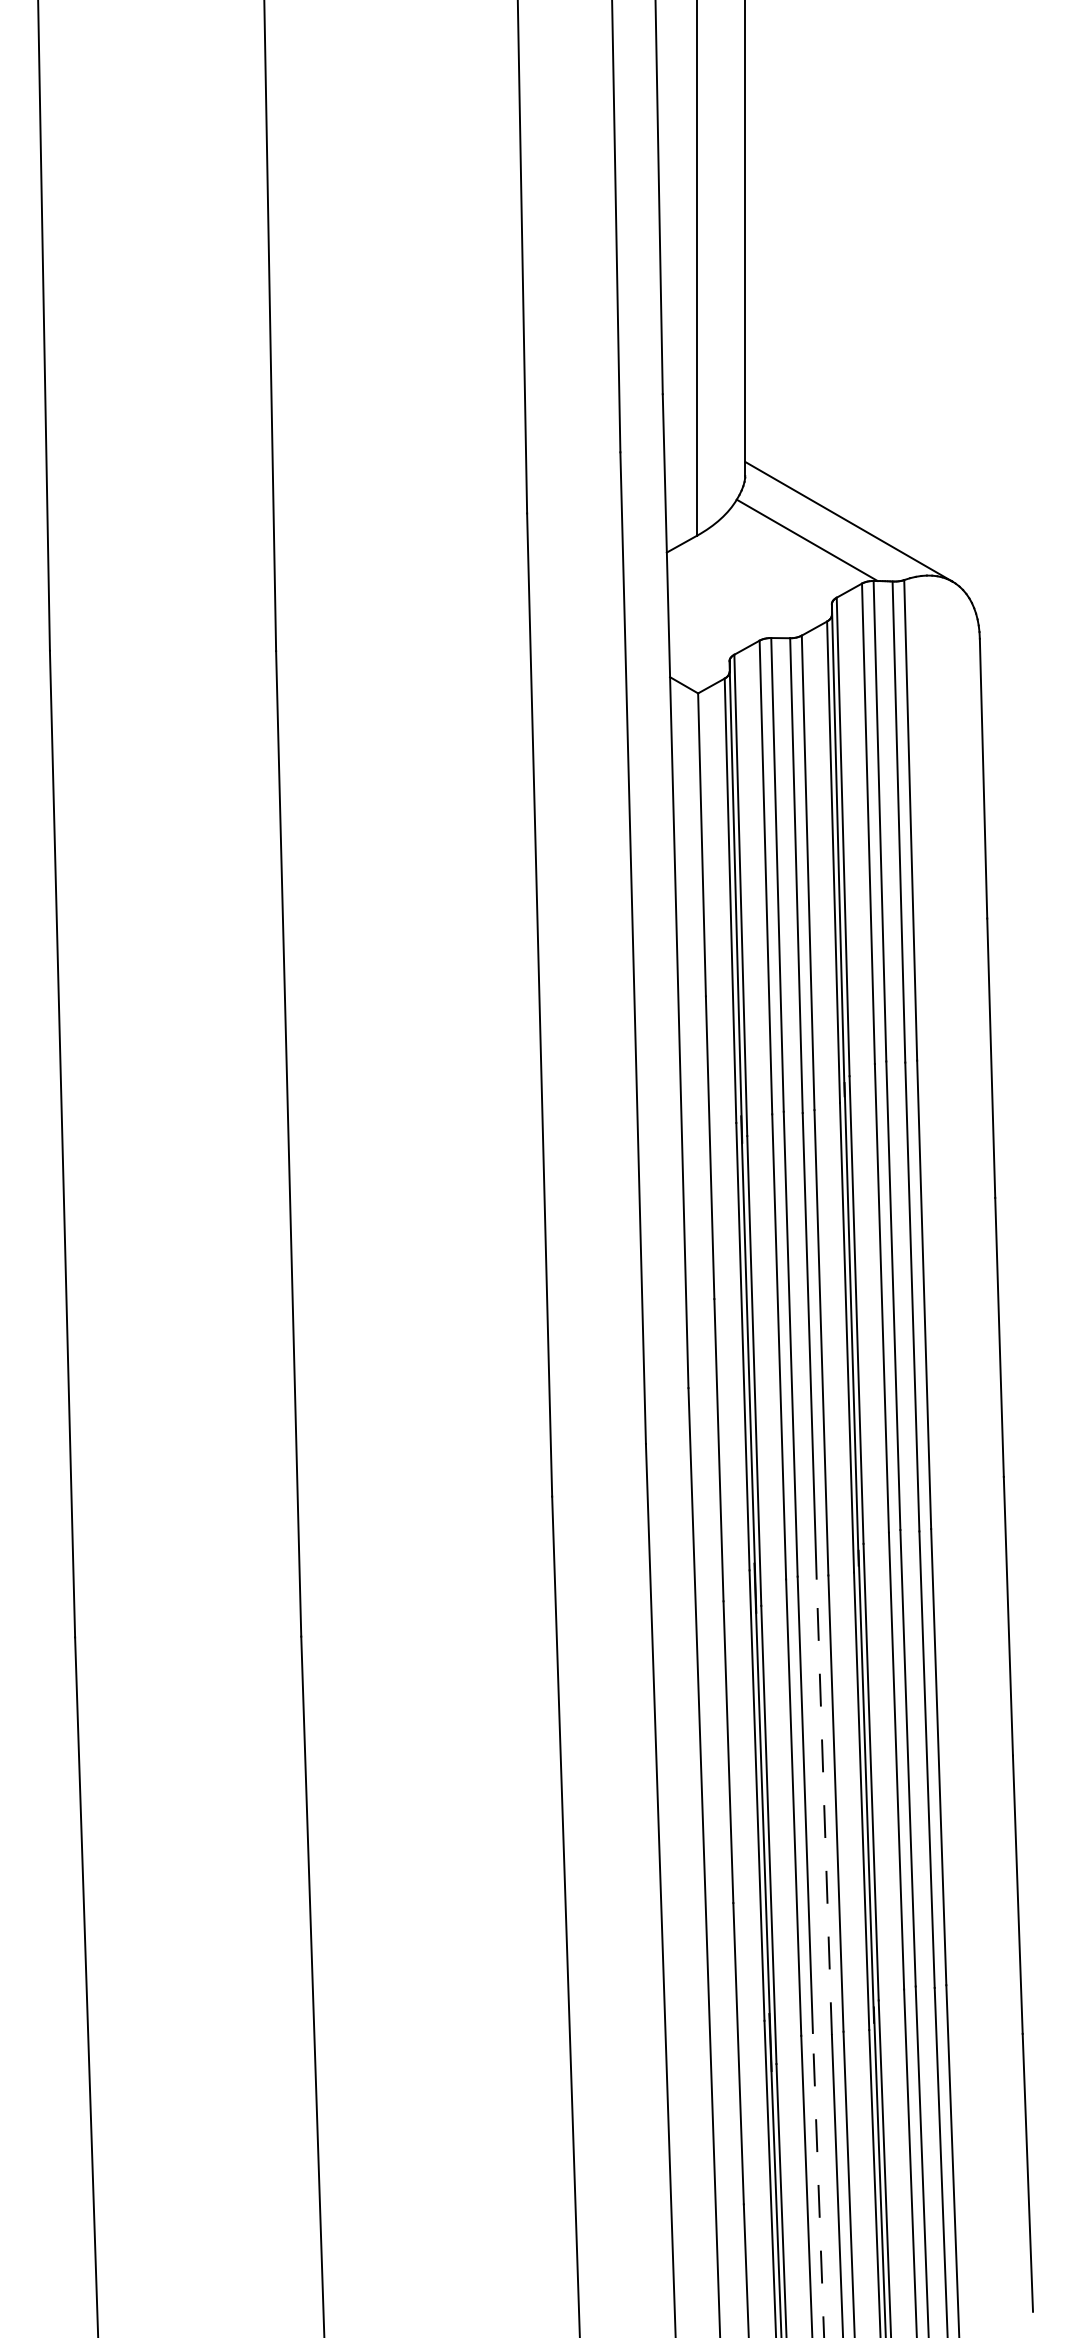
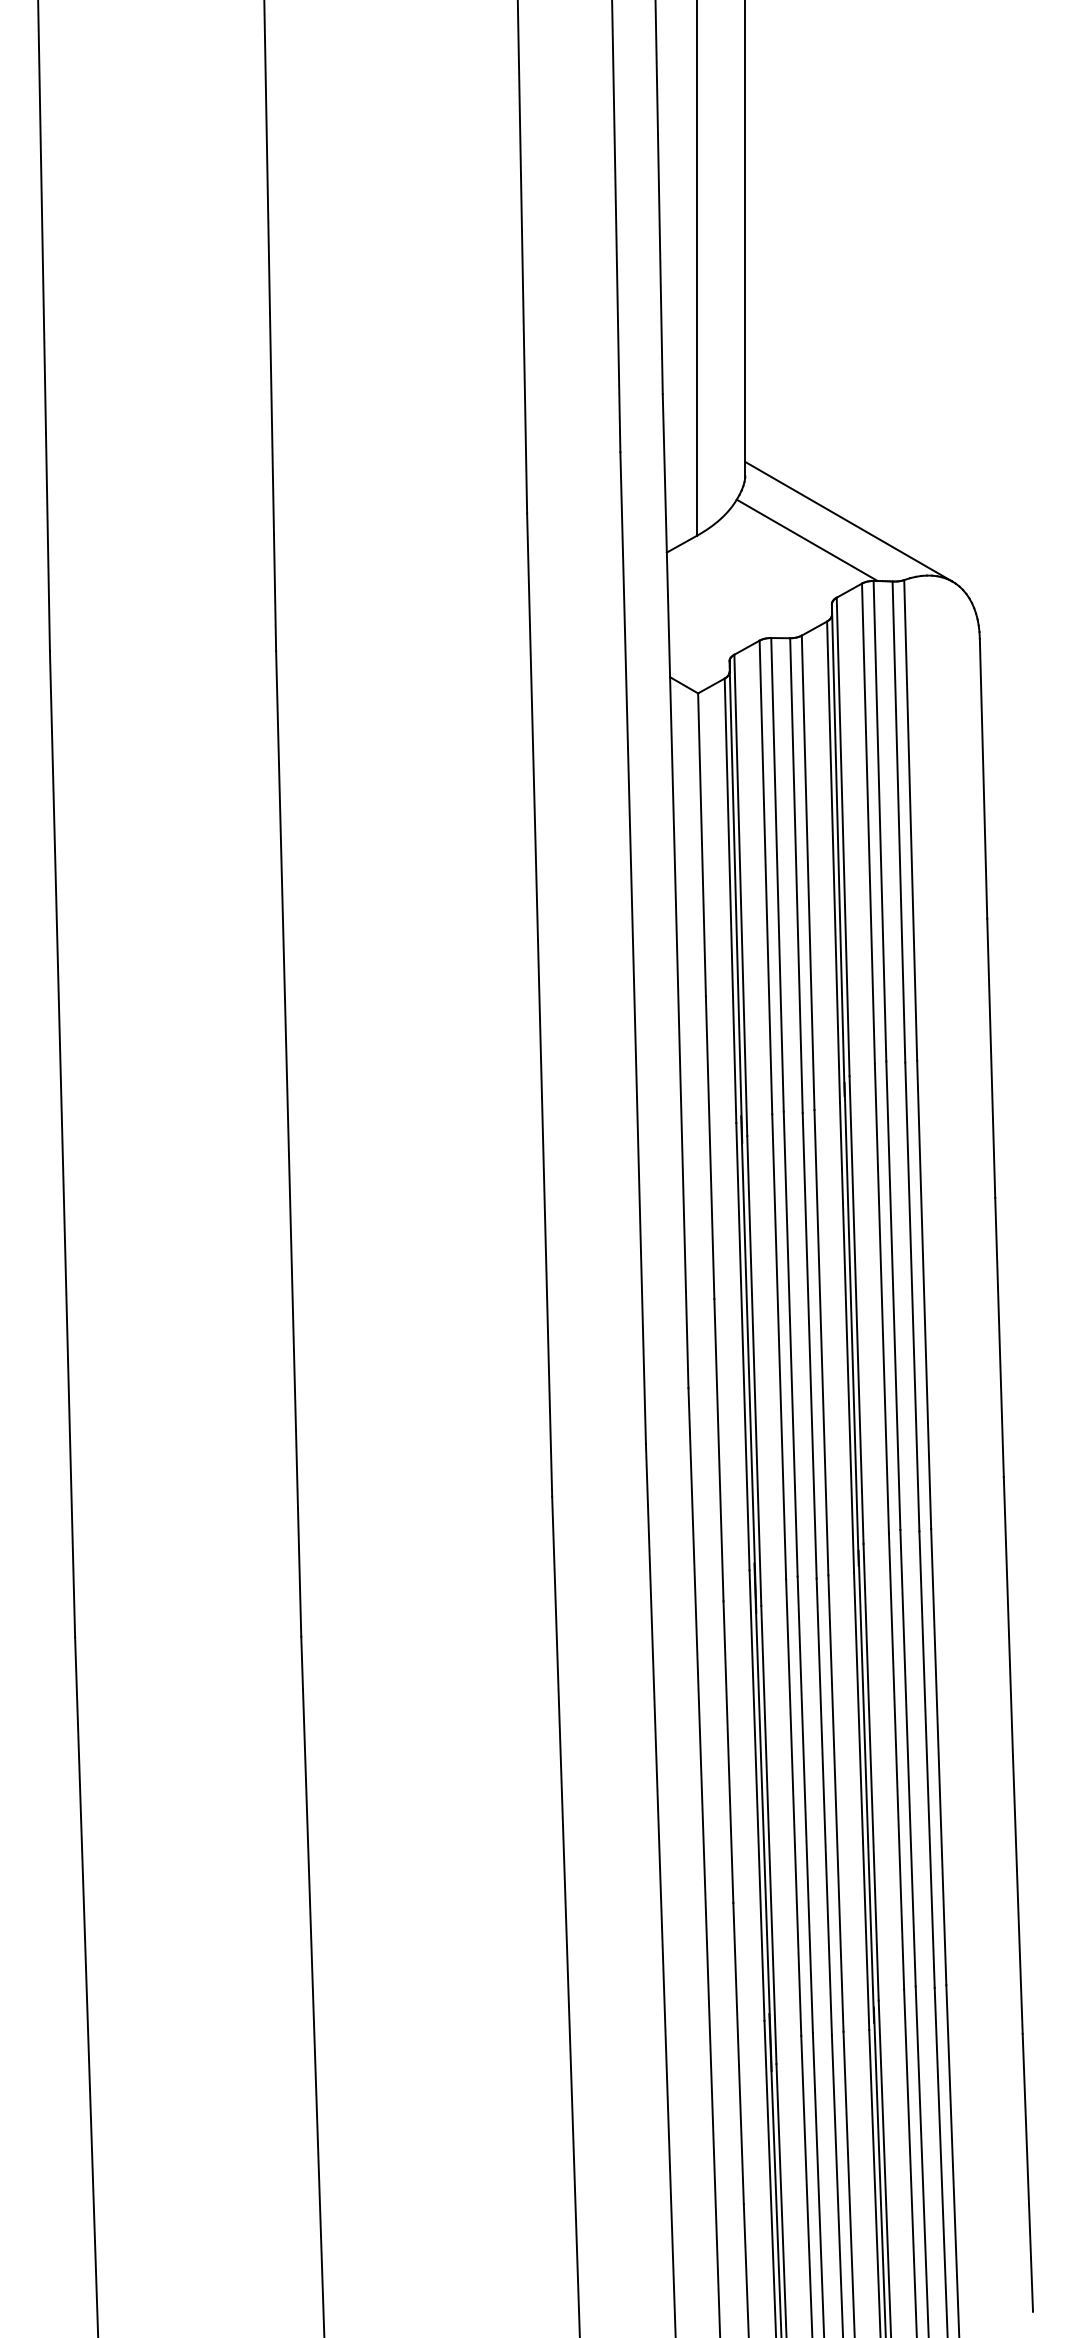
line at (824, 1806): dashed -> solid
line at (818, 2184): dashed -> solid
